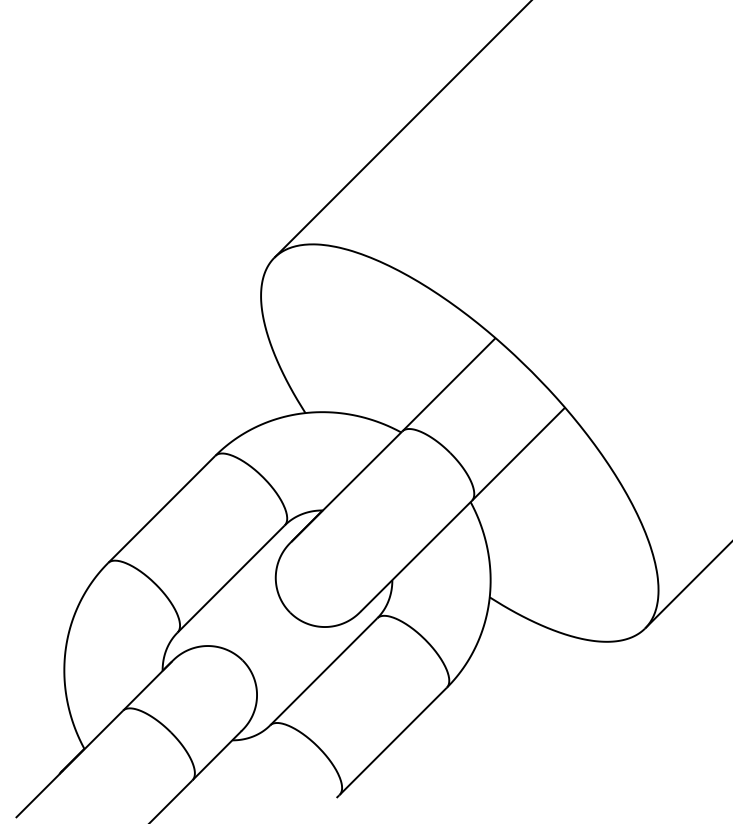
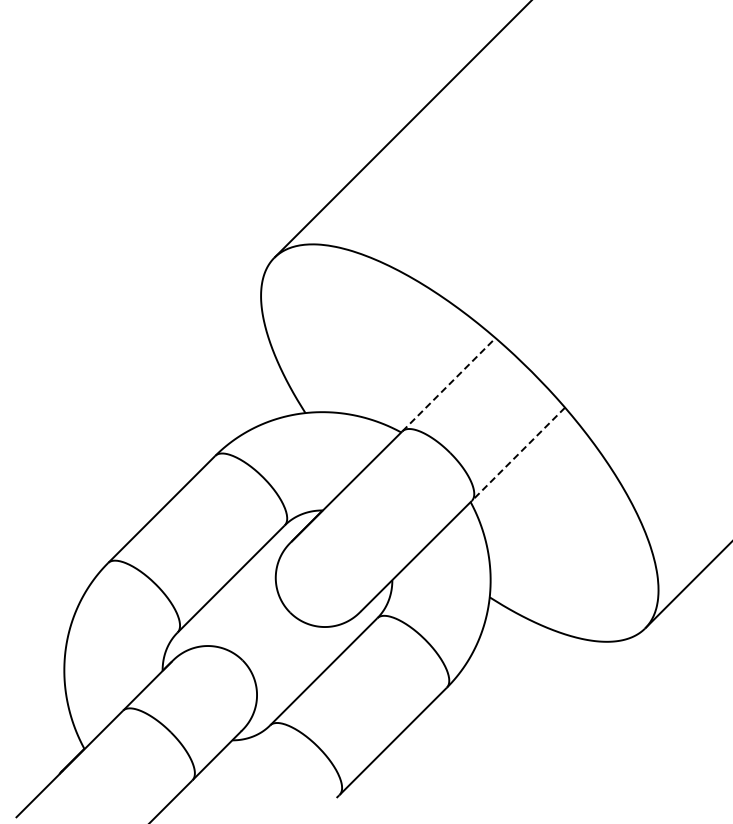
line at (448, 384): solid -> dashed
line at (518, 454): solid -> dashed
